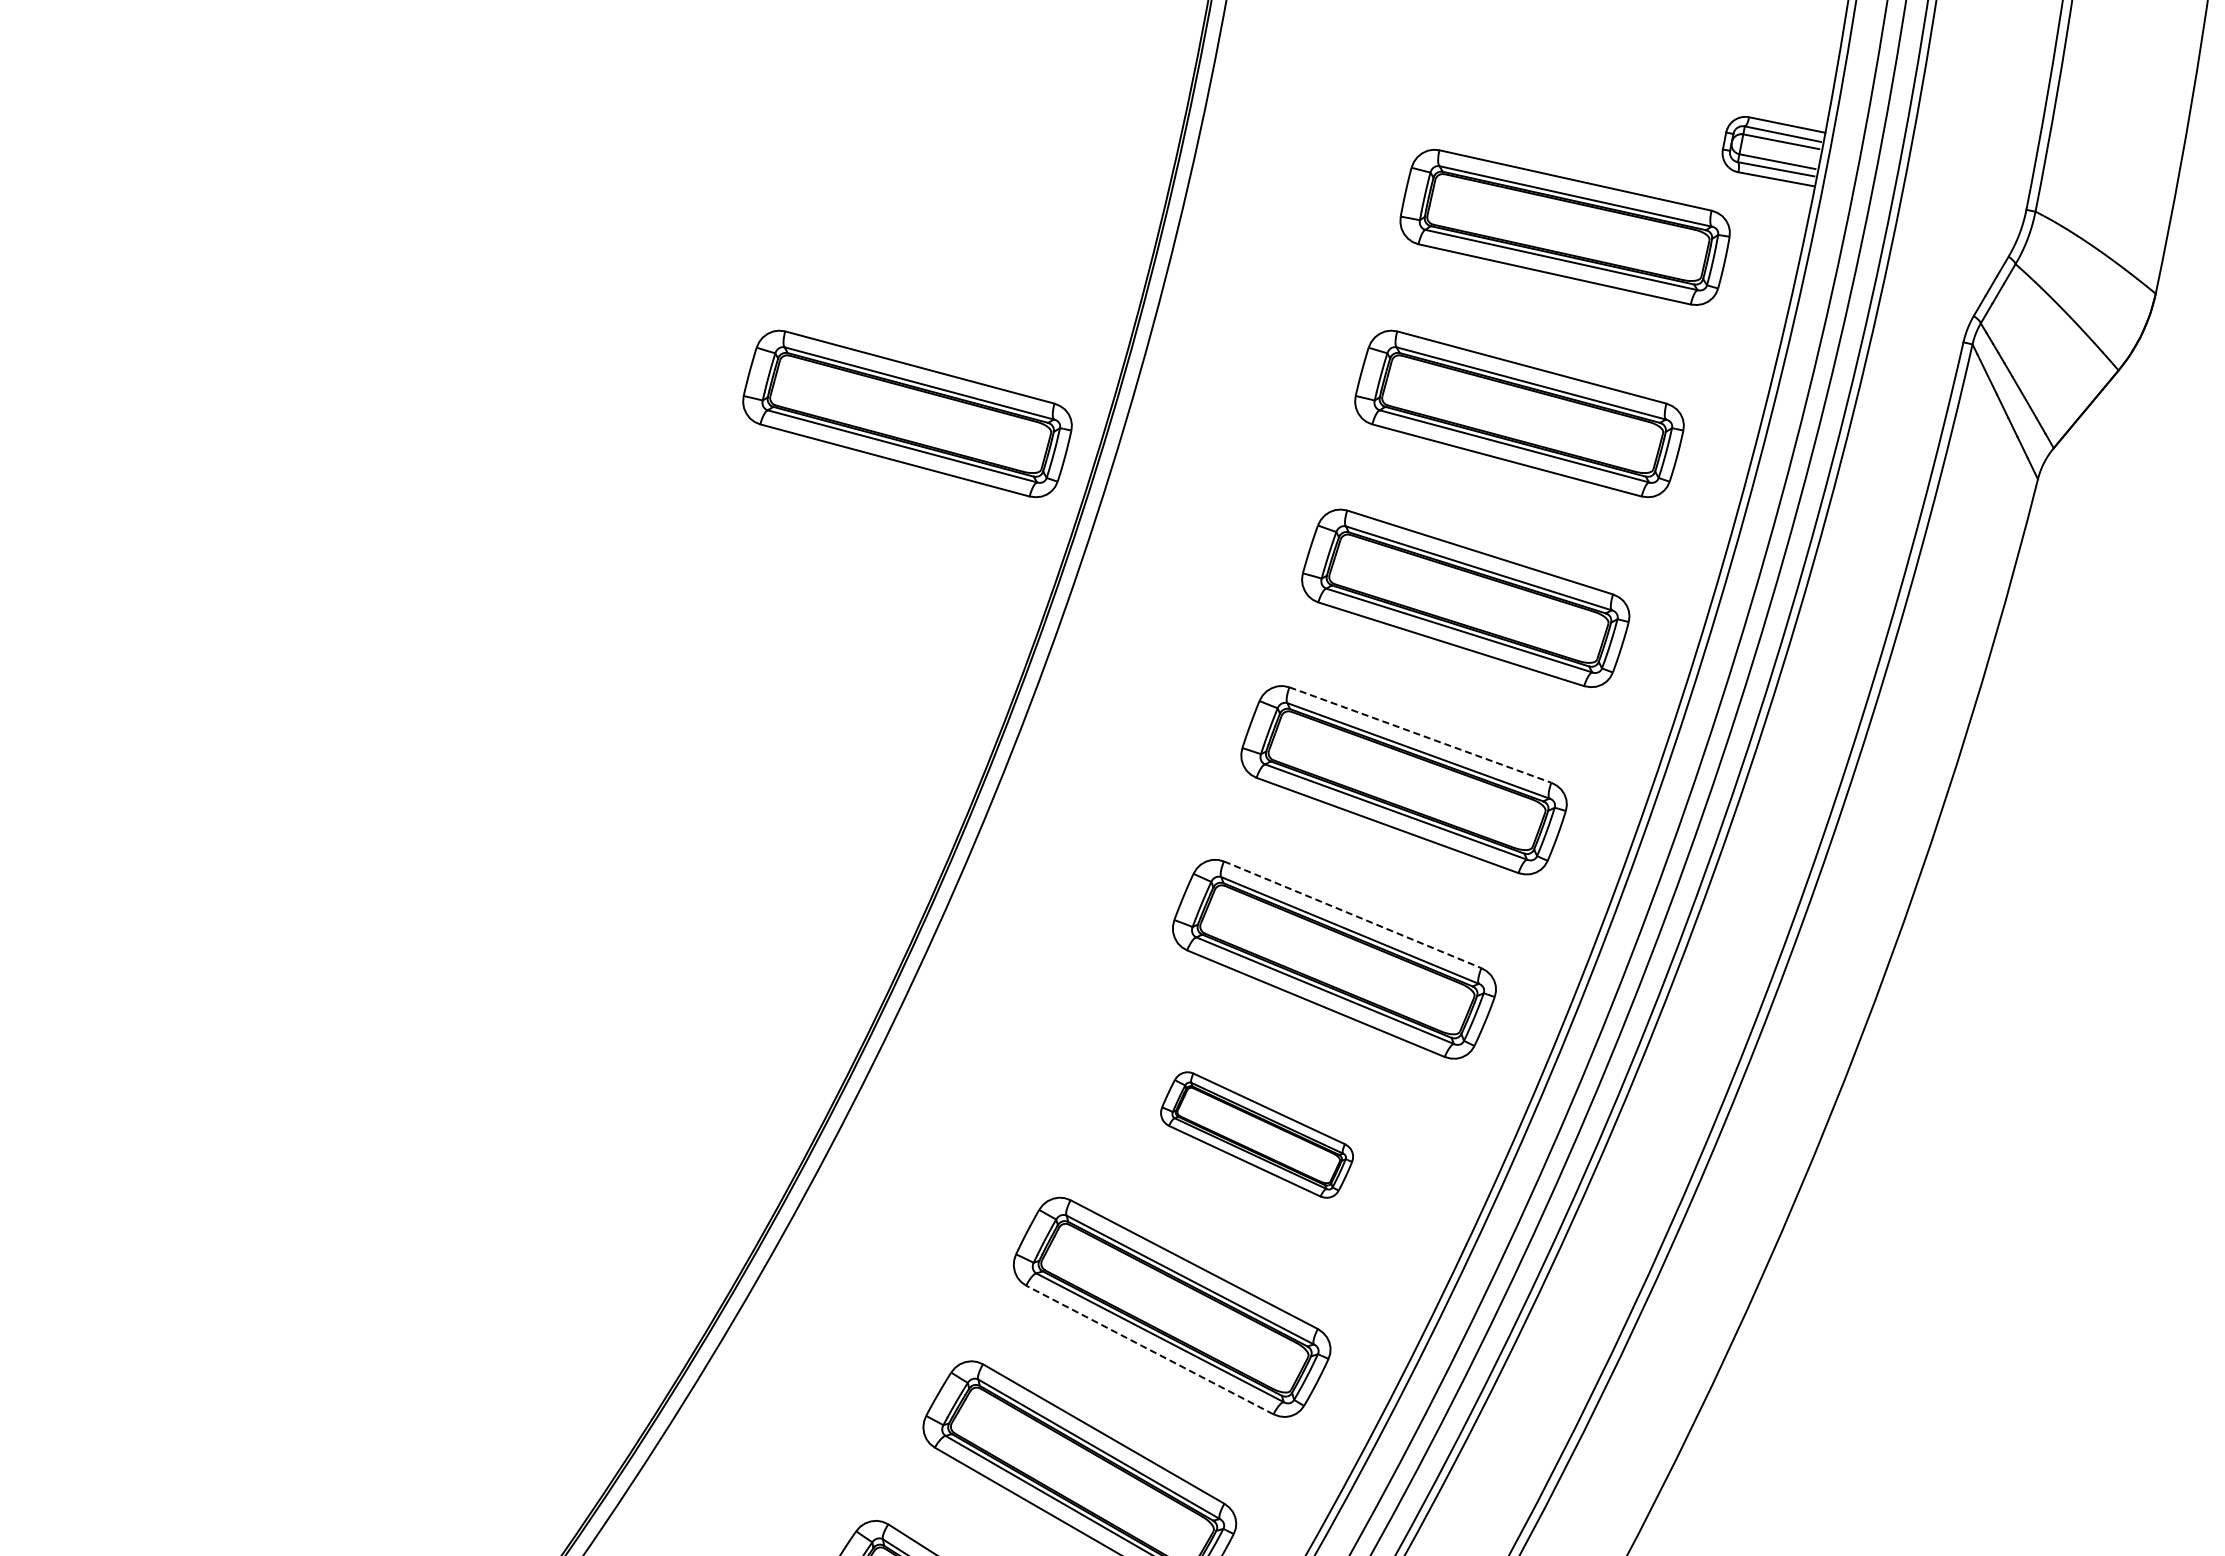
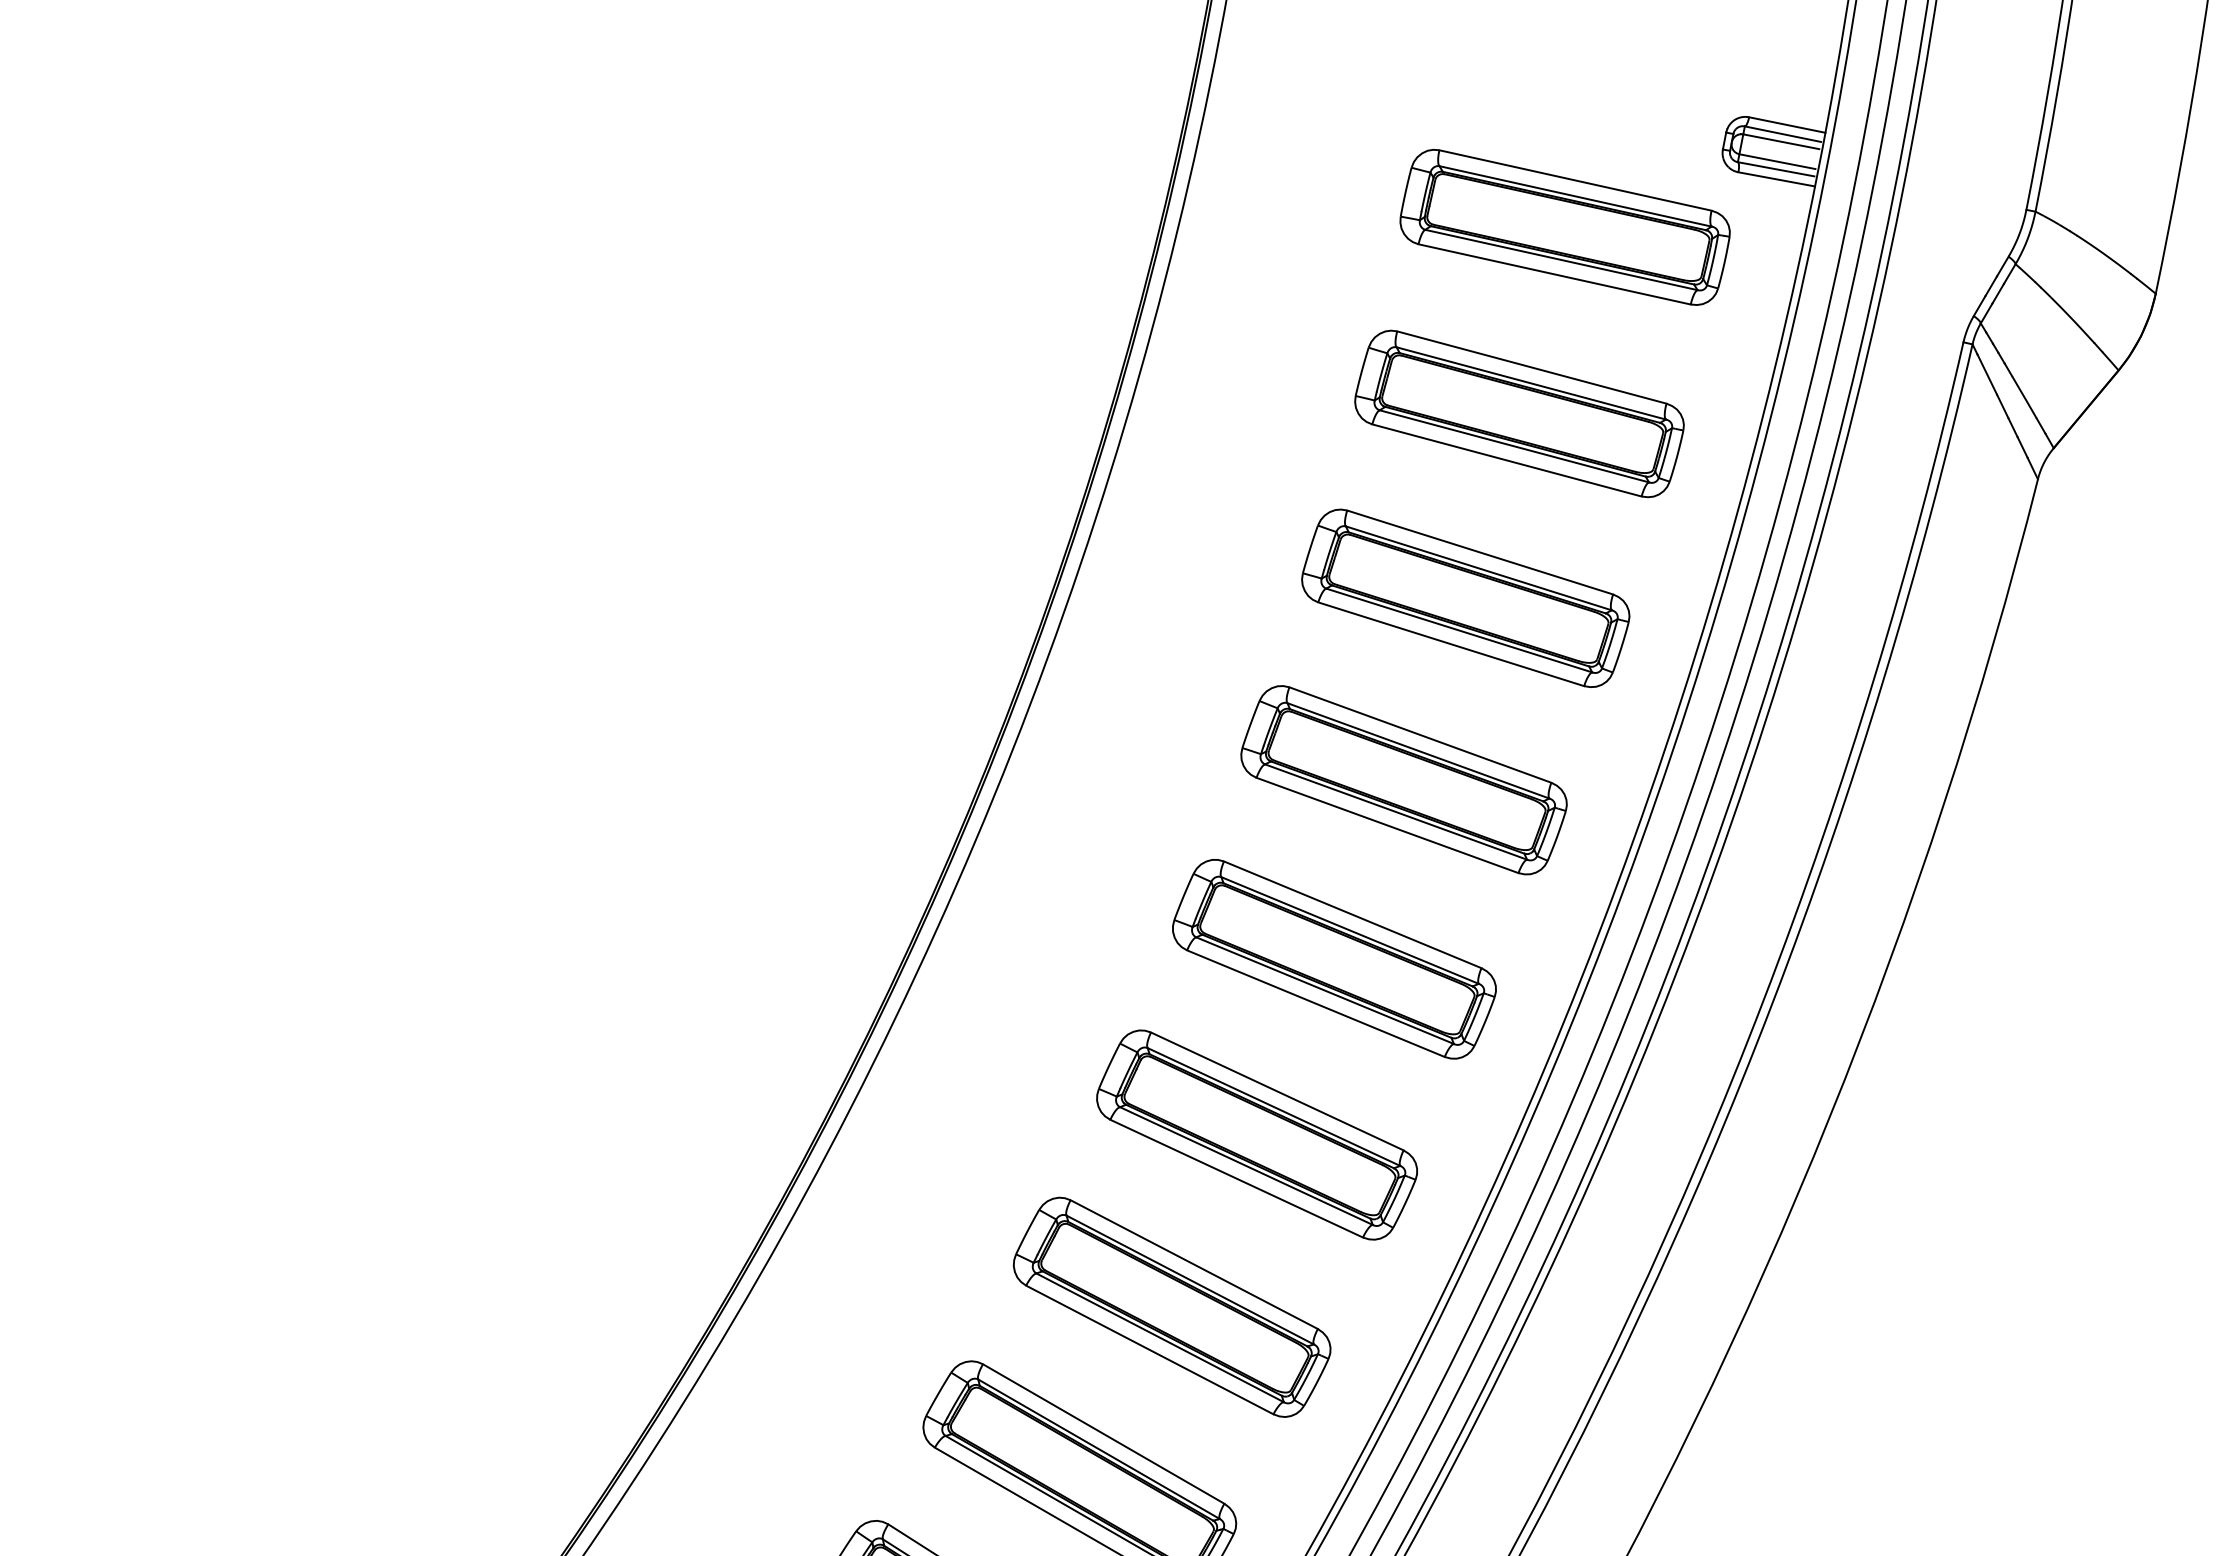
part at (907, 413): present -> none
line at (1420, 735): dashed -> solid
line at (1353, 915): dashed -> solid
part at (1256, 1134) size: 194x128 px -> 322x212 px
line at (1149, 1349): dashed -> solid
